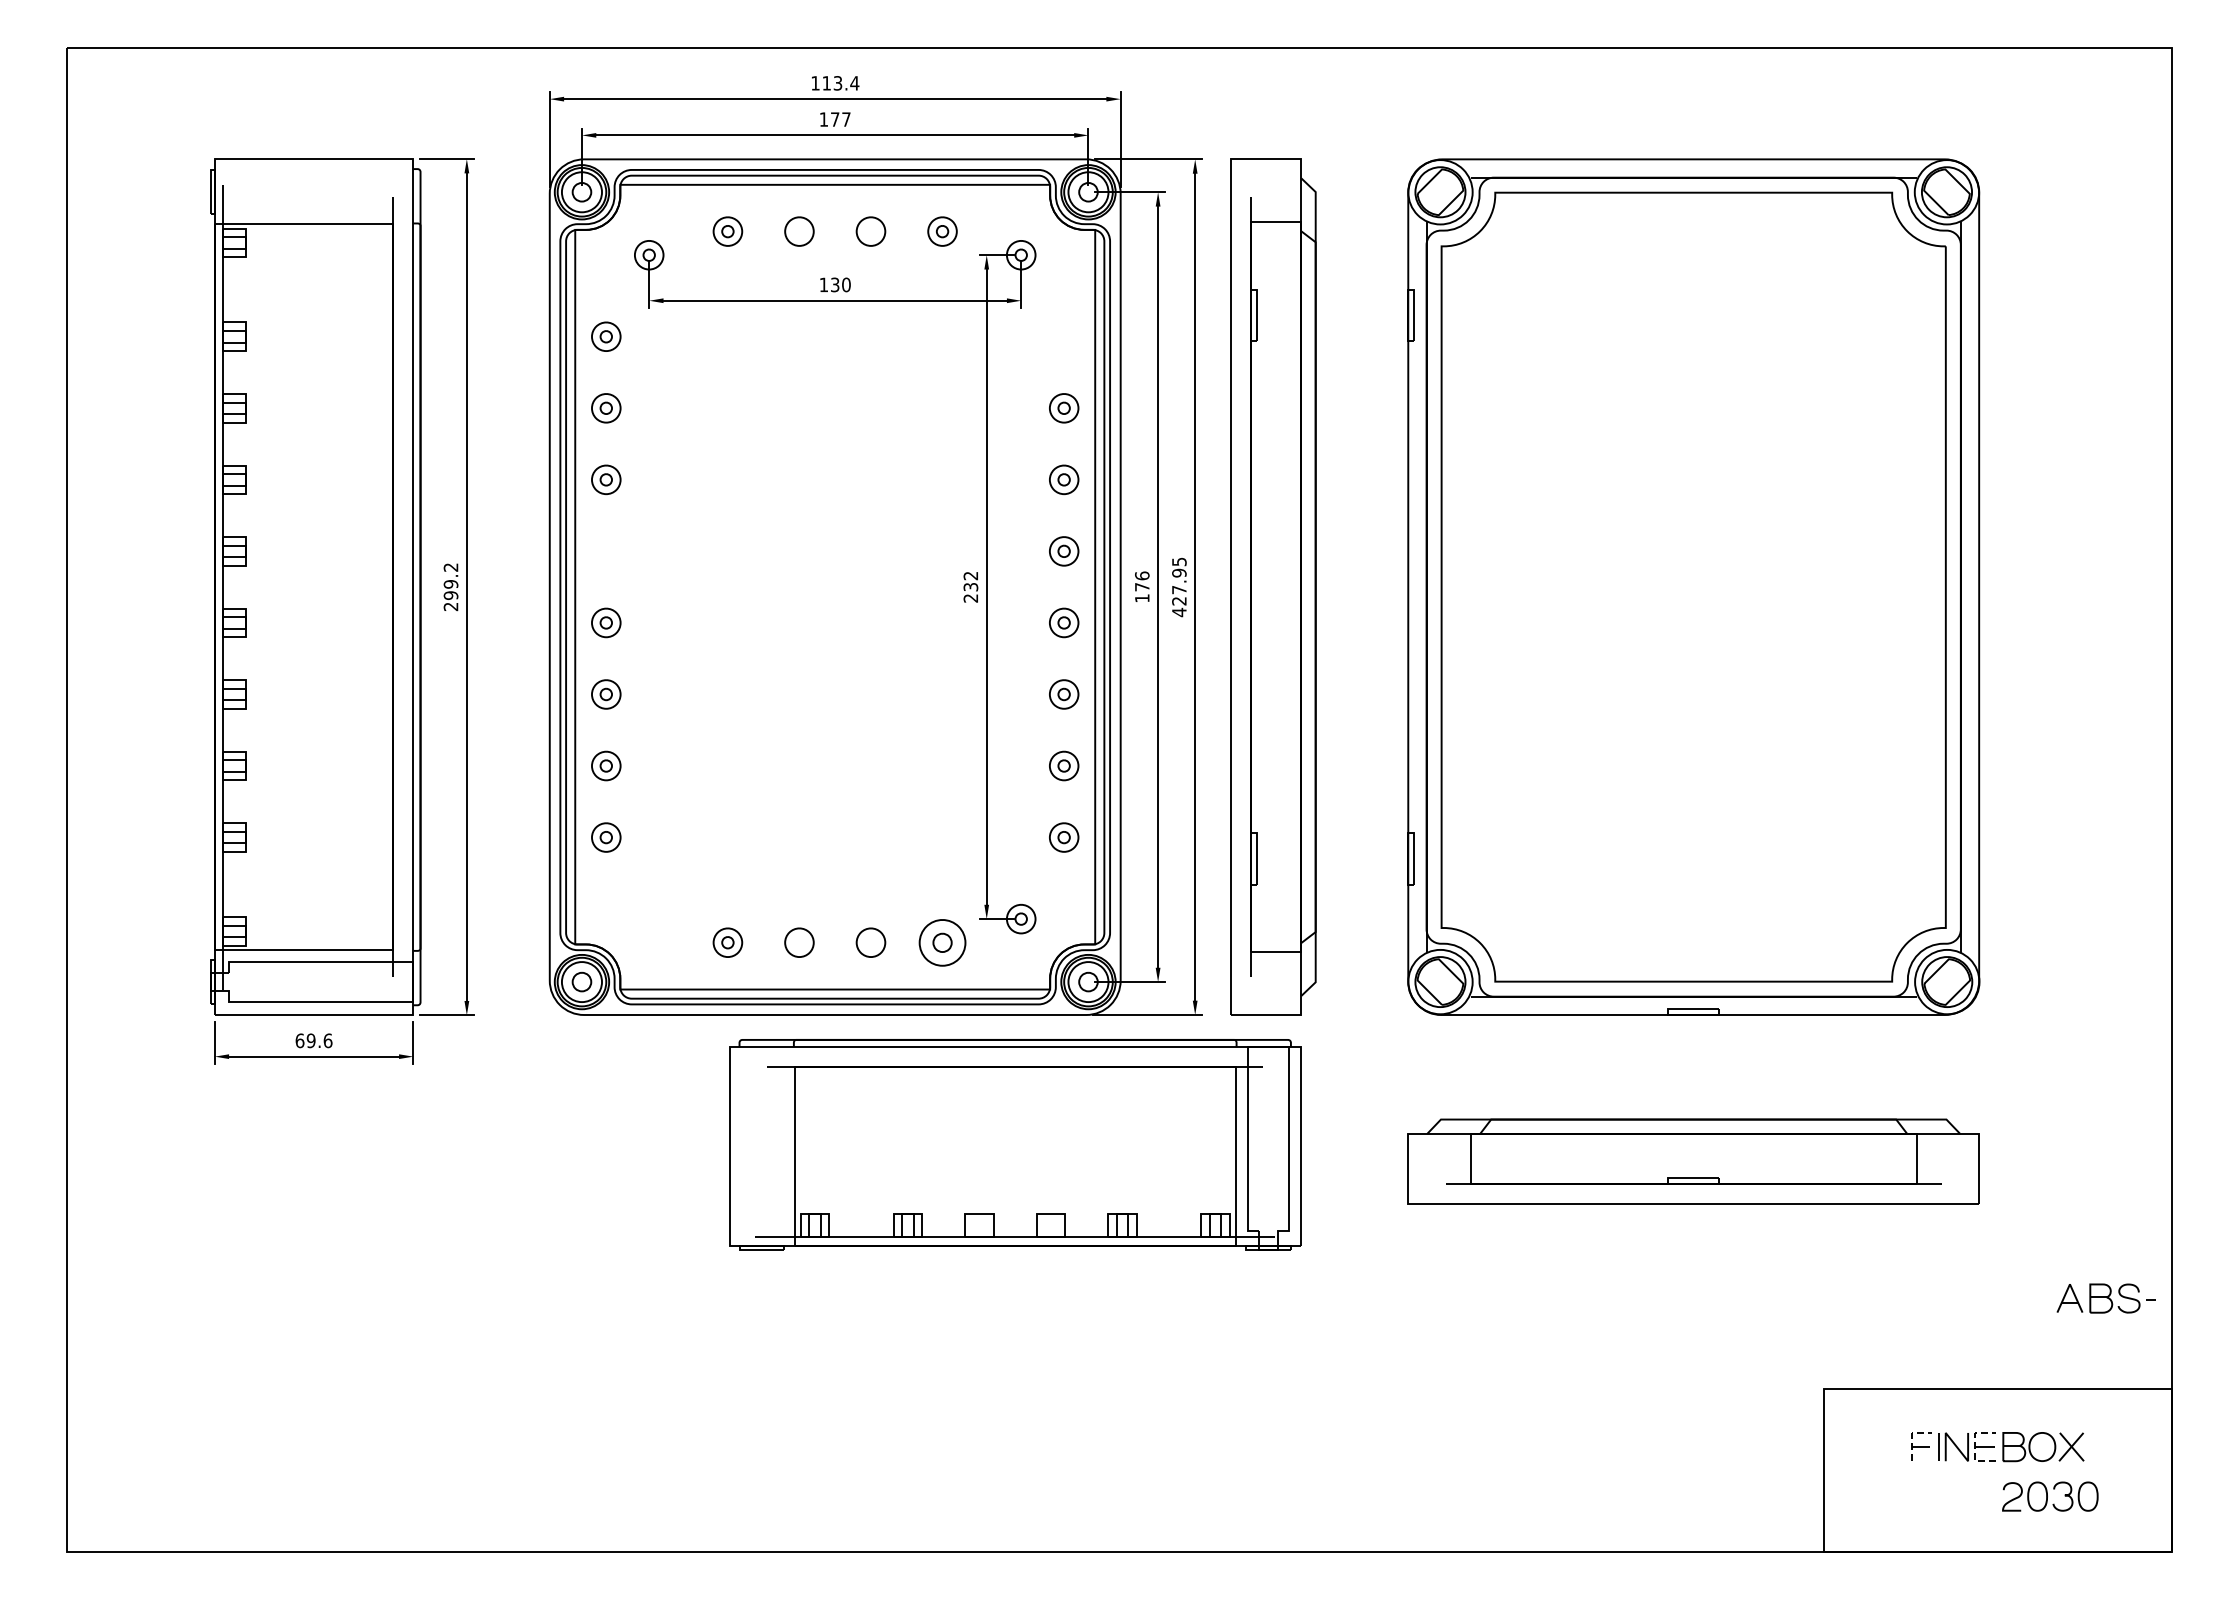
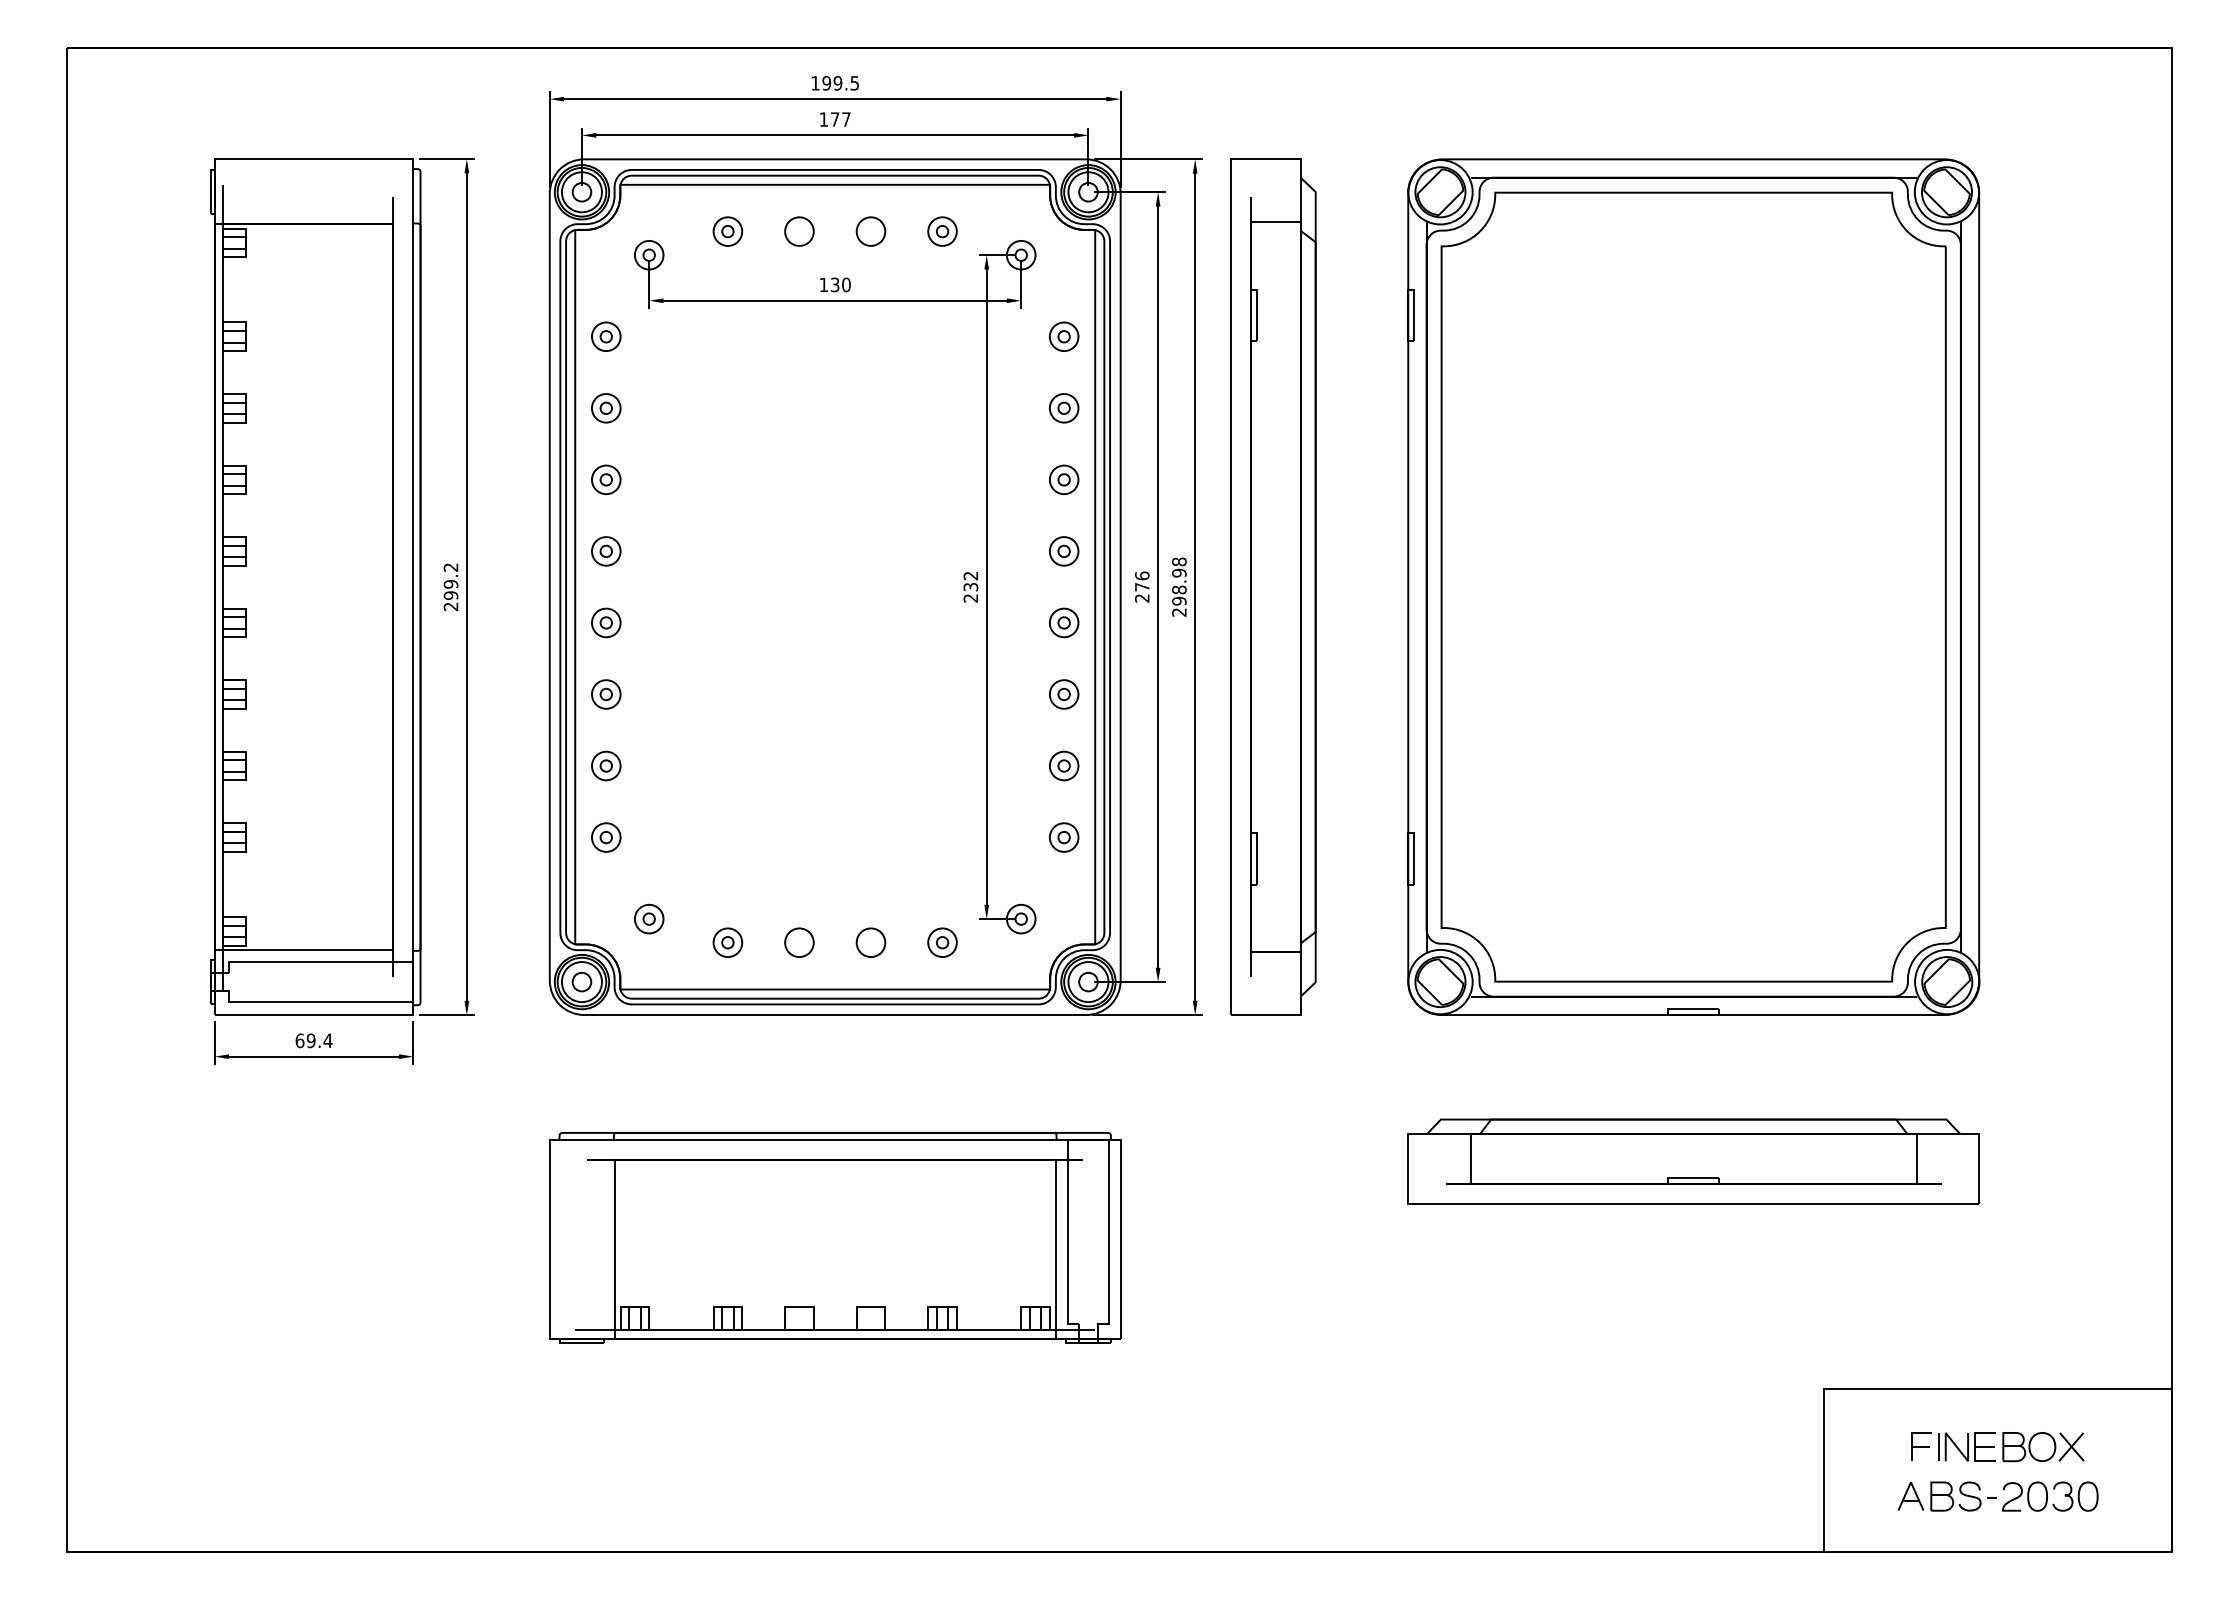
text at (840, 83): 113.4 -> 199.5
part at (1064, 336): none -> present
part at (606, 551): none -> present
text at (1179, 587): 427.95 -> 298.98
text at (1142, 598): 176 -> 276
part at (649, 918): none -> present
part at (942, 942) size: 49x48 px -> 31x31 px
text at (327, 1040): 69.6 -> 69.4
part at (1015, 1144) position: (1015, 1144) -> (835, 1237)
part at (2105, 1298) position: (2105, 1298) -> (1946, 1496)
line at (1912, 1436): dashed -> solid
line at (1975, 1446): dashed -> solid
